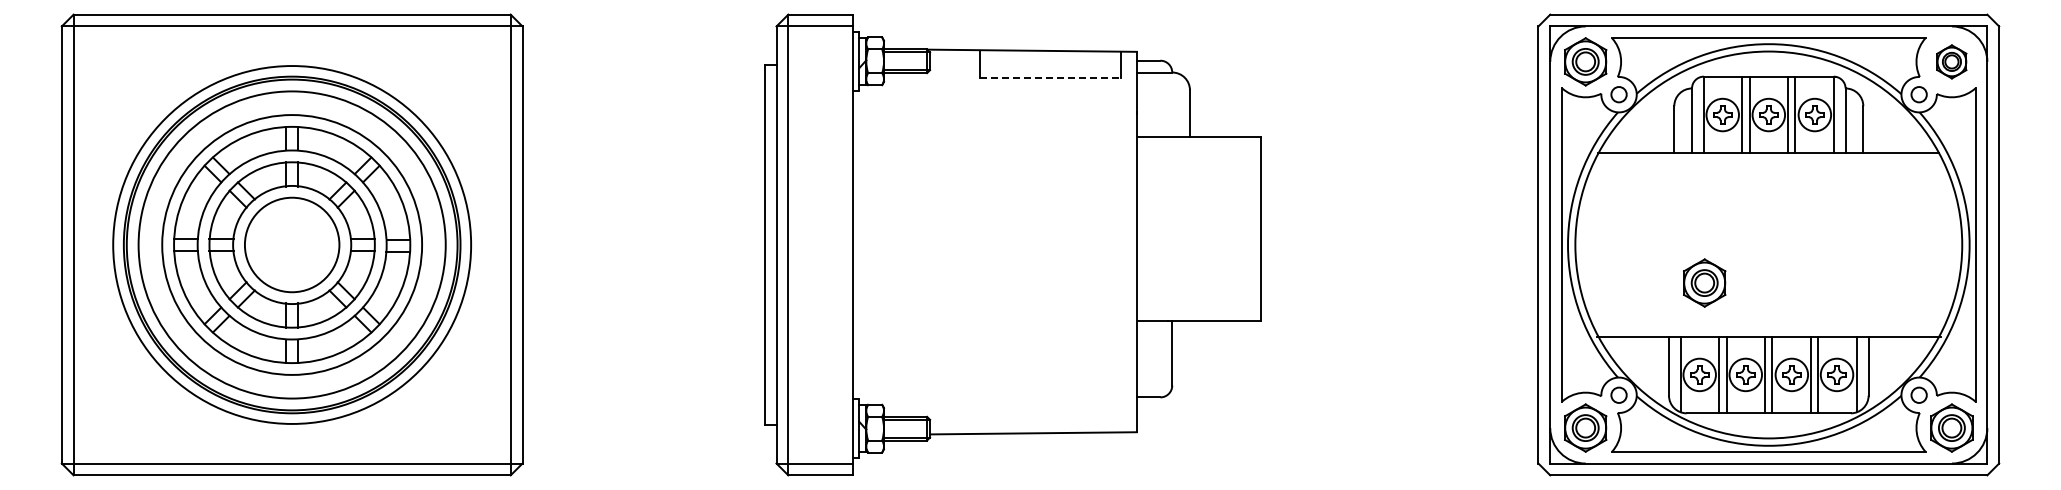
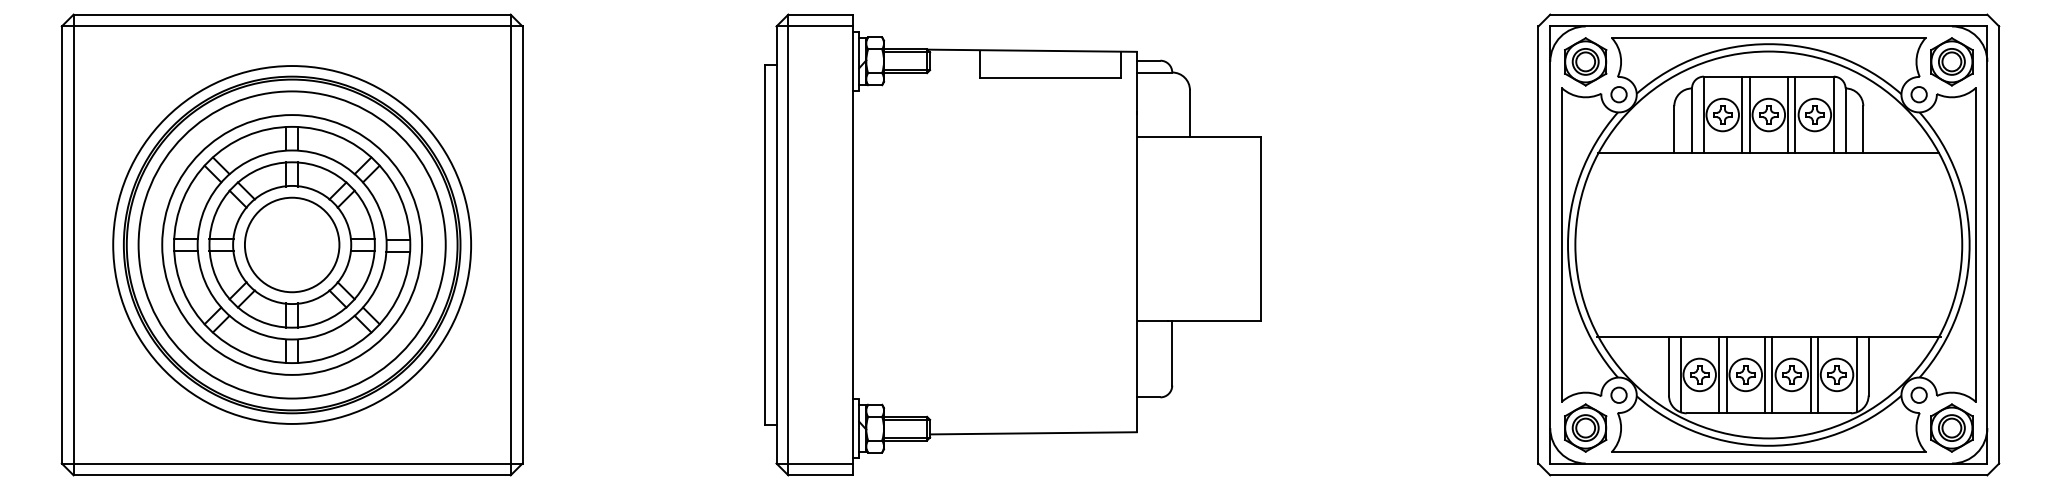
part at (1951, 61) size: 32x36 px -> 44x50 px
line at (1050, 78): dashed -> solid
part at (1704, 282): present -> none
